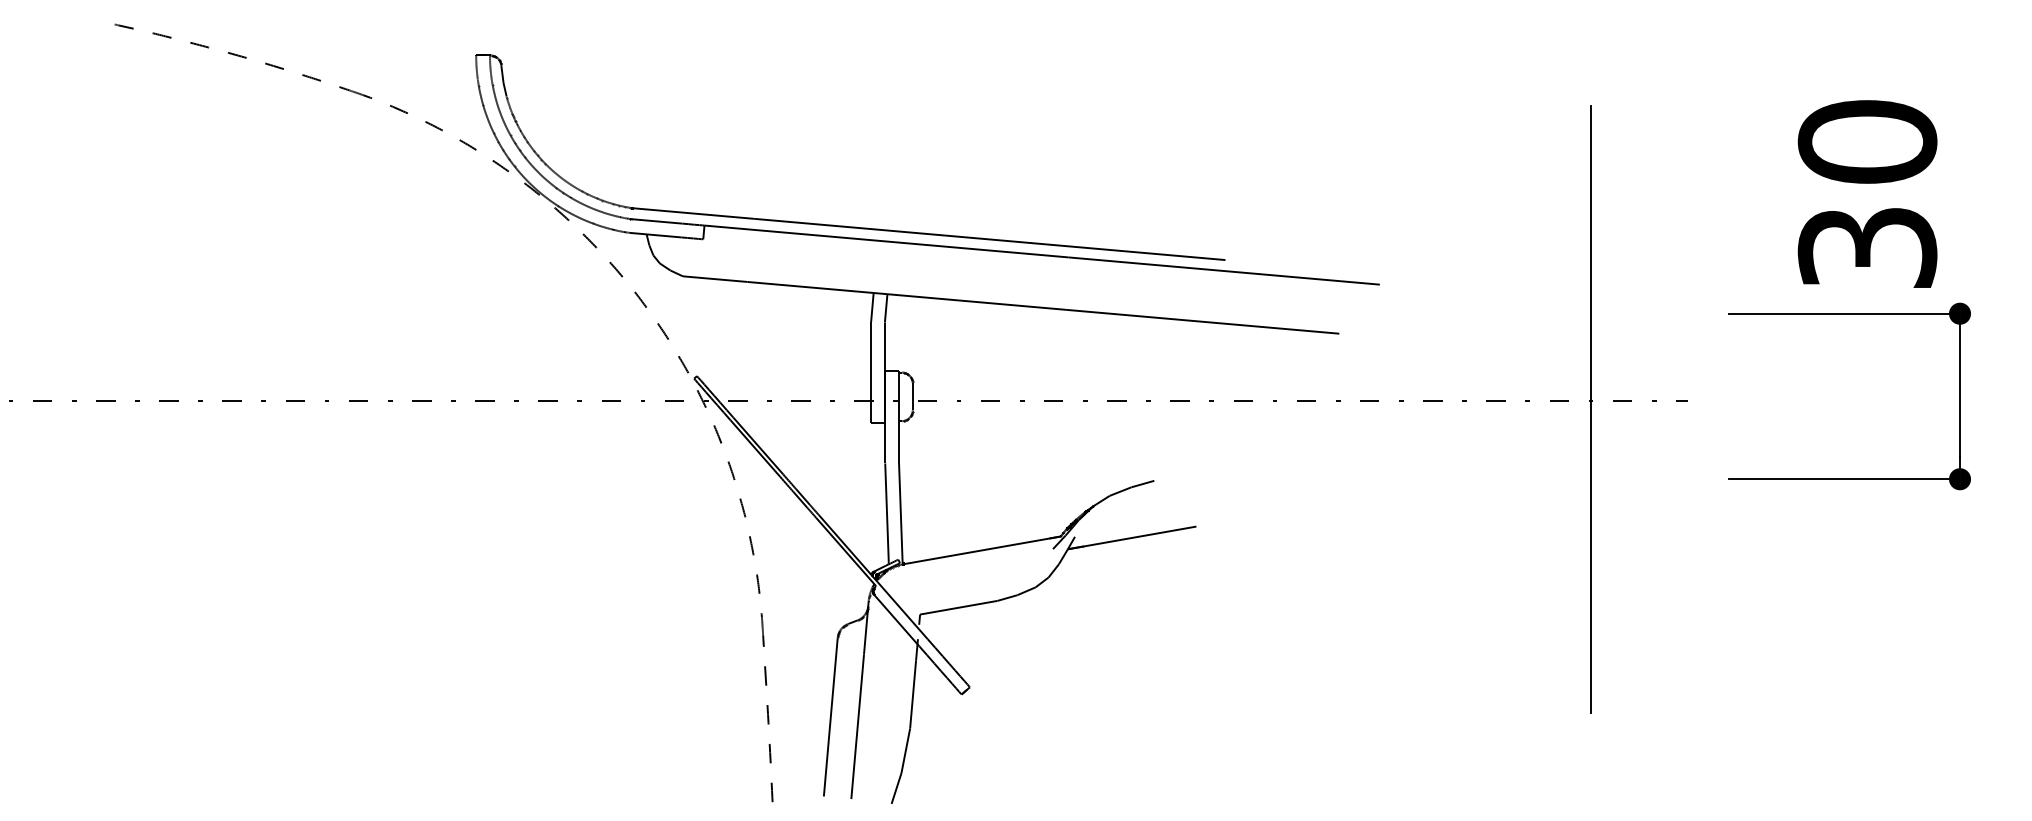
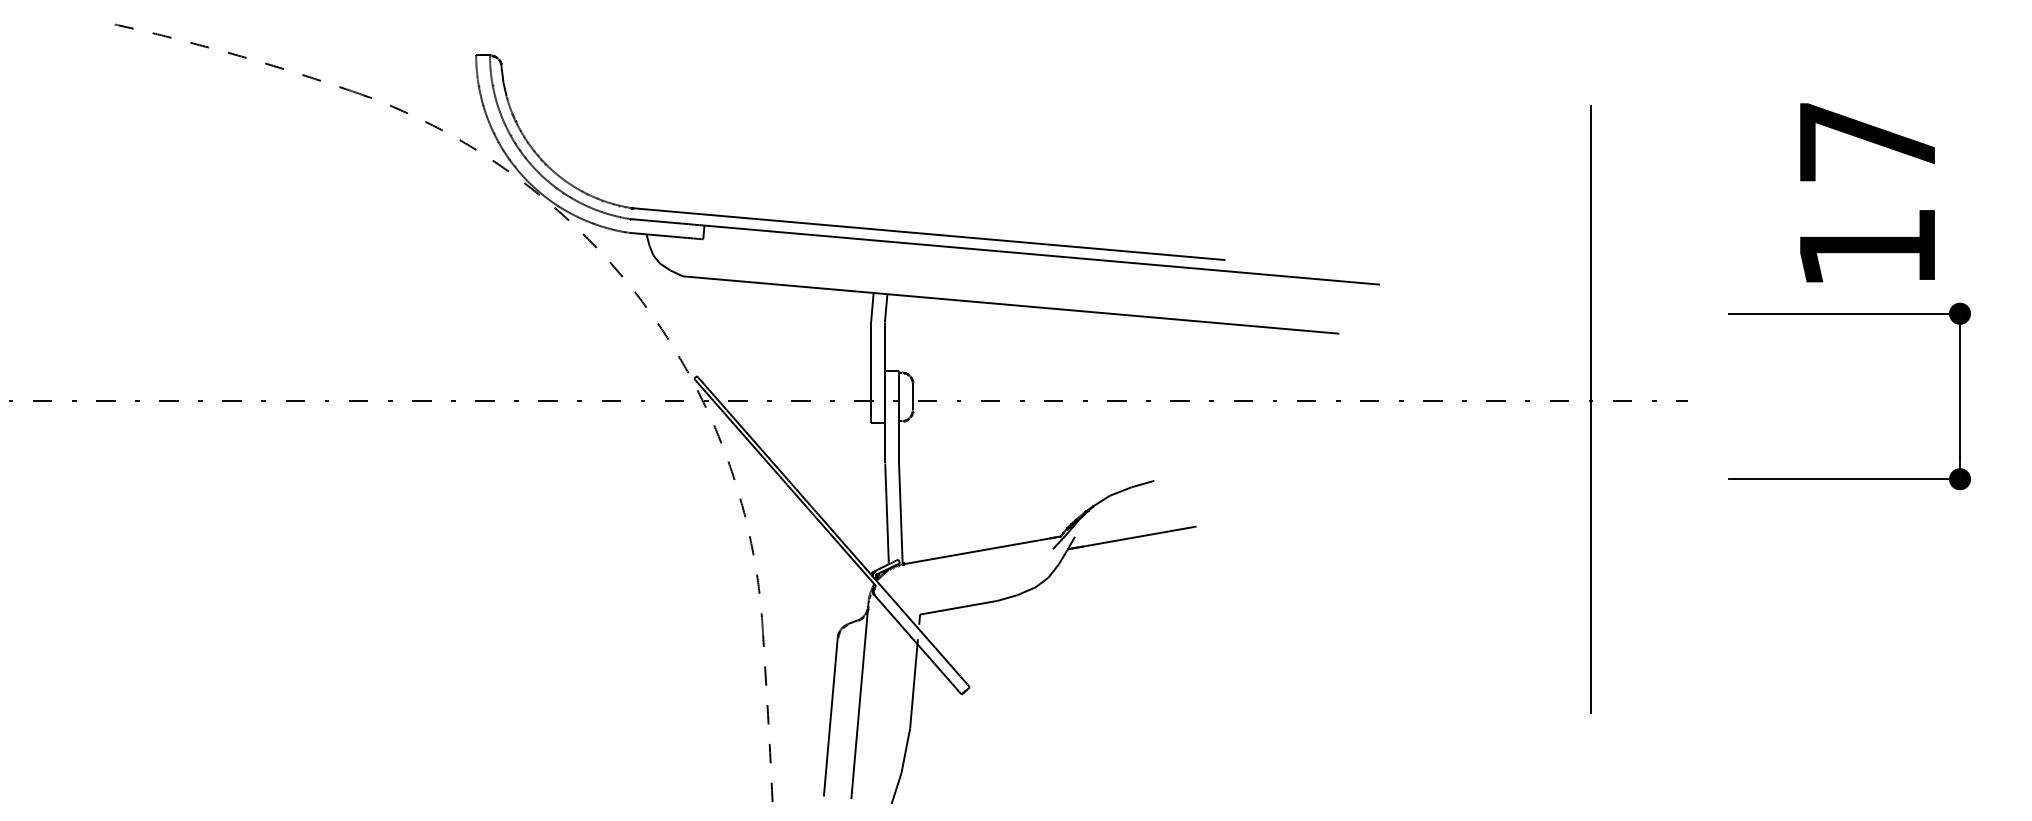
text at (1867, 193): 30 -> 17
